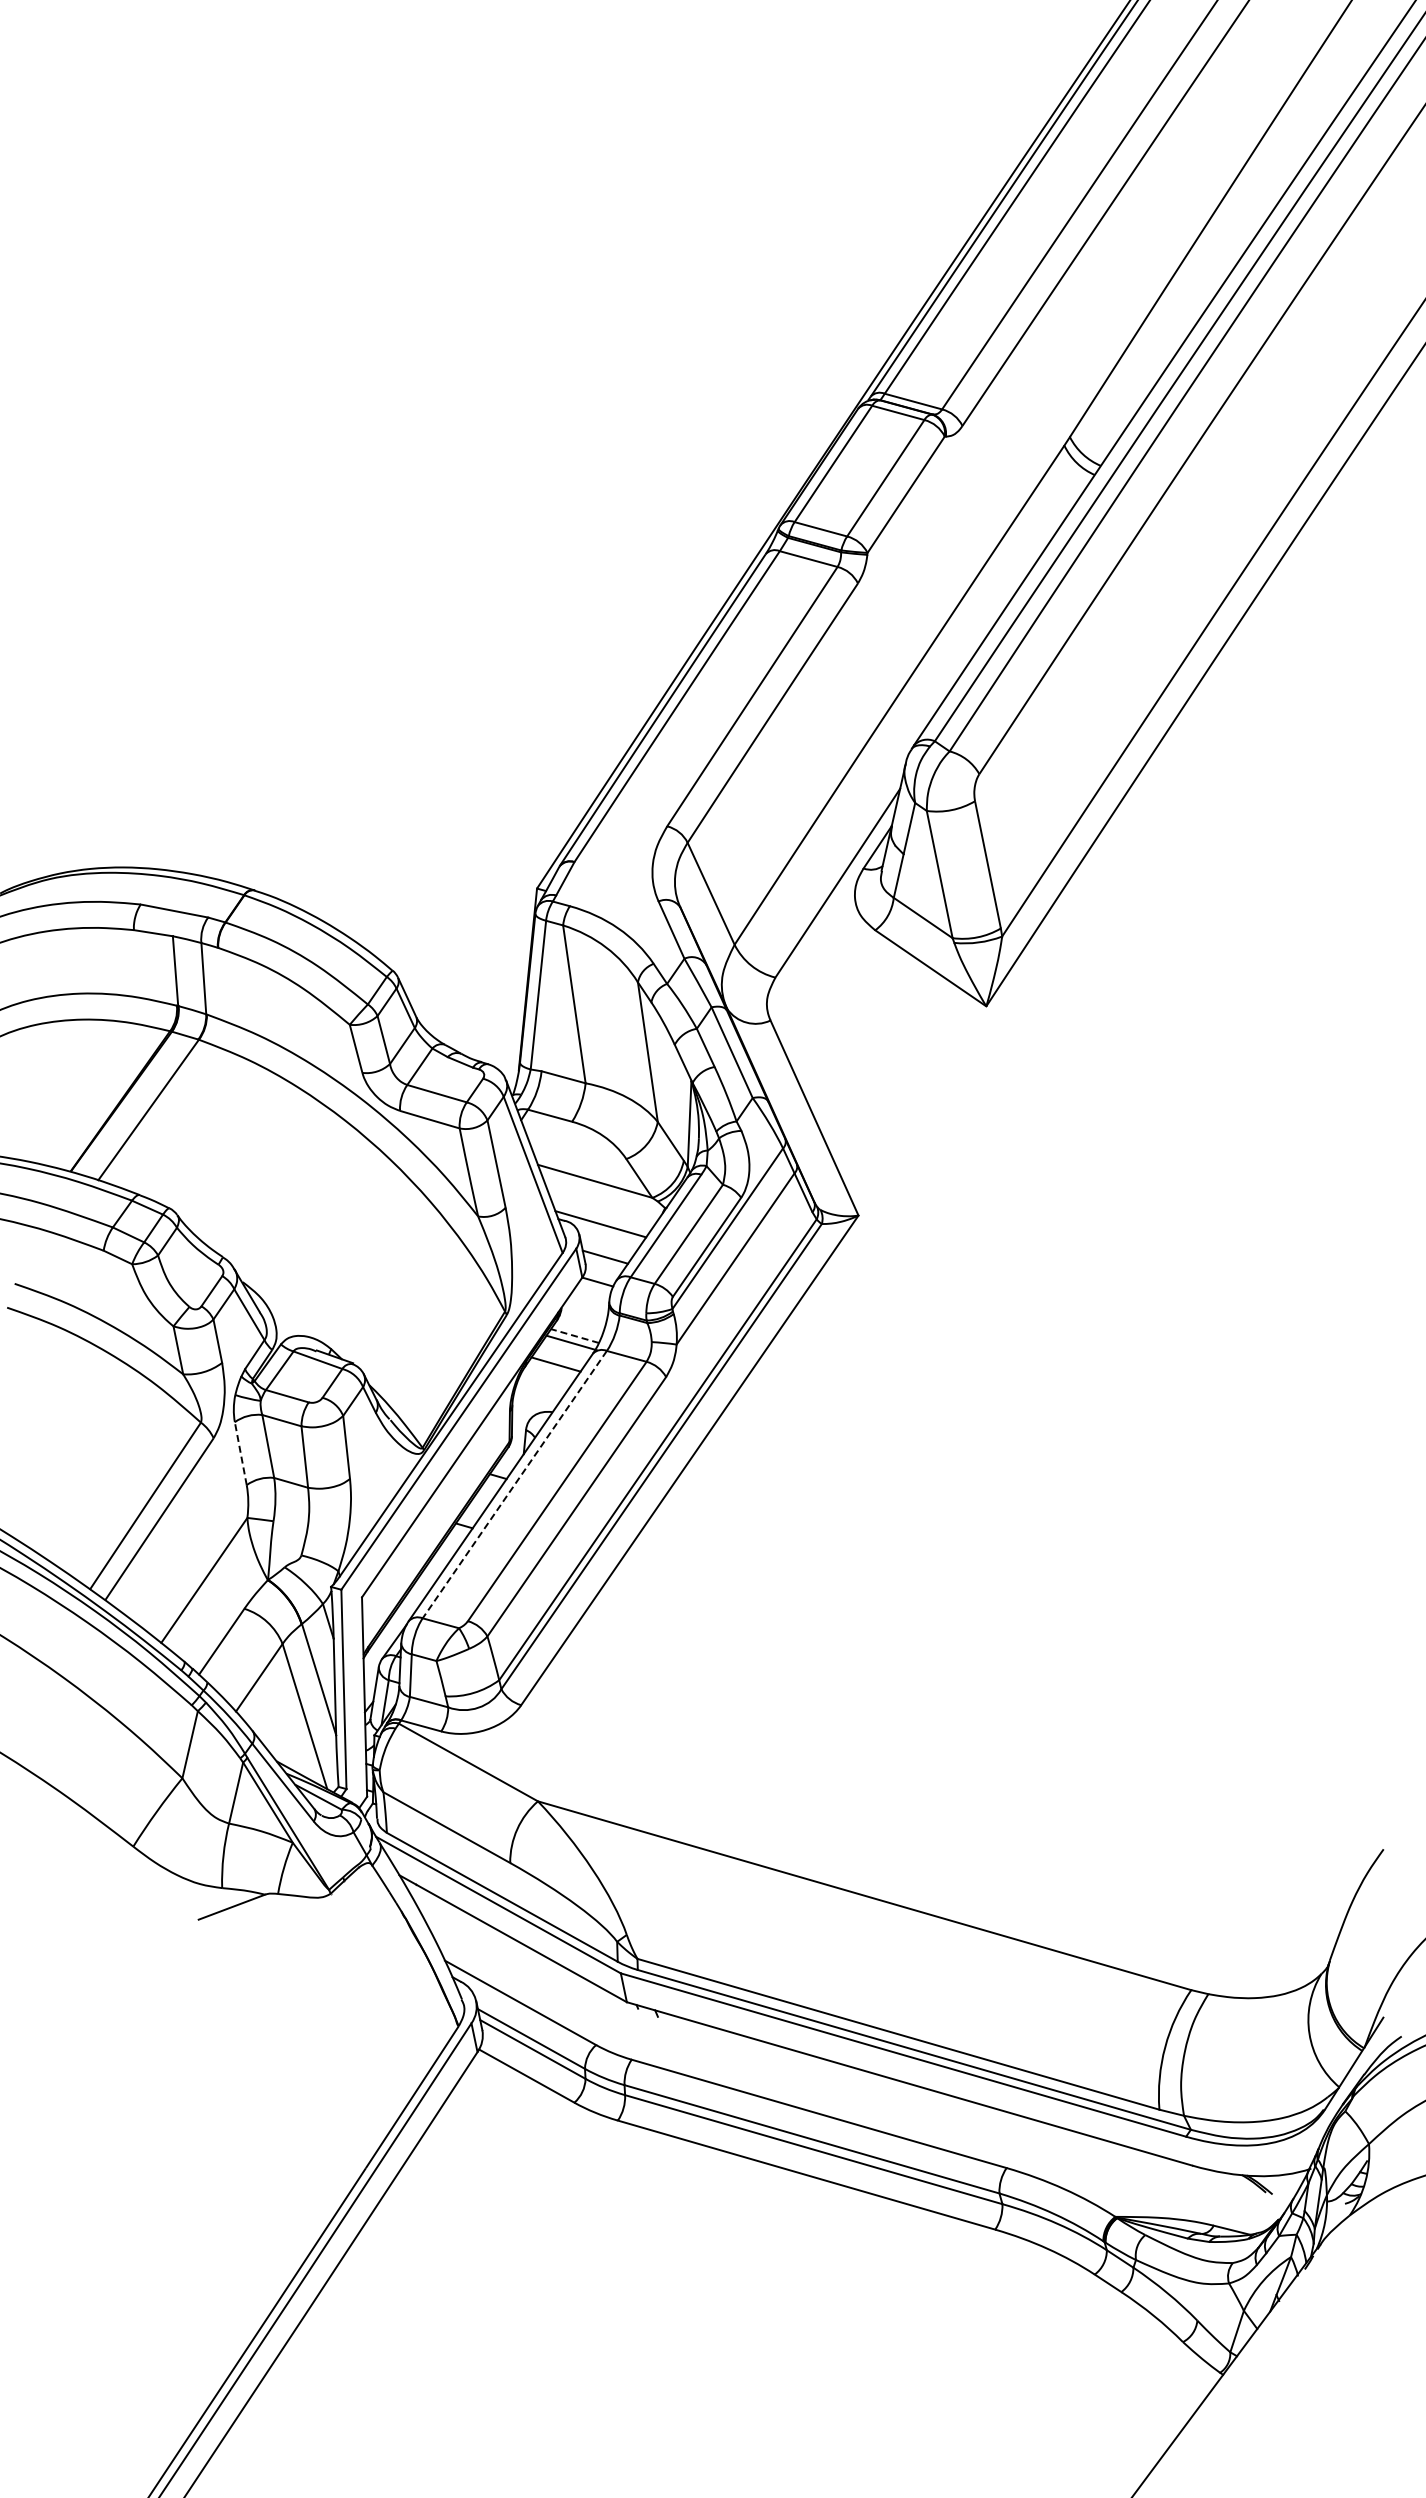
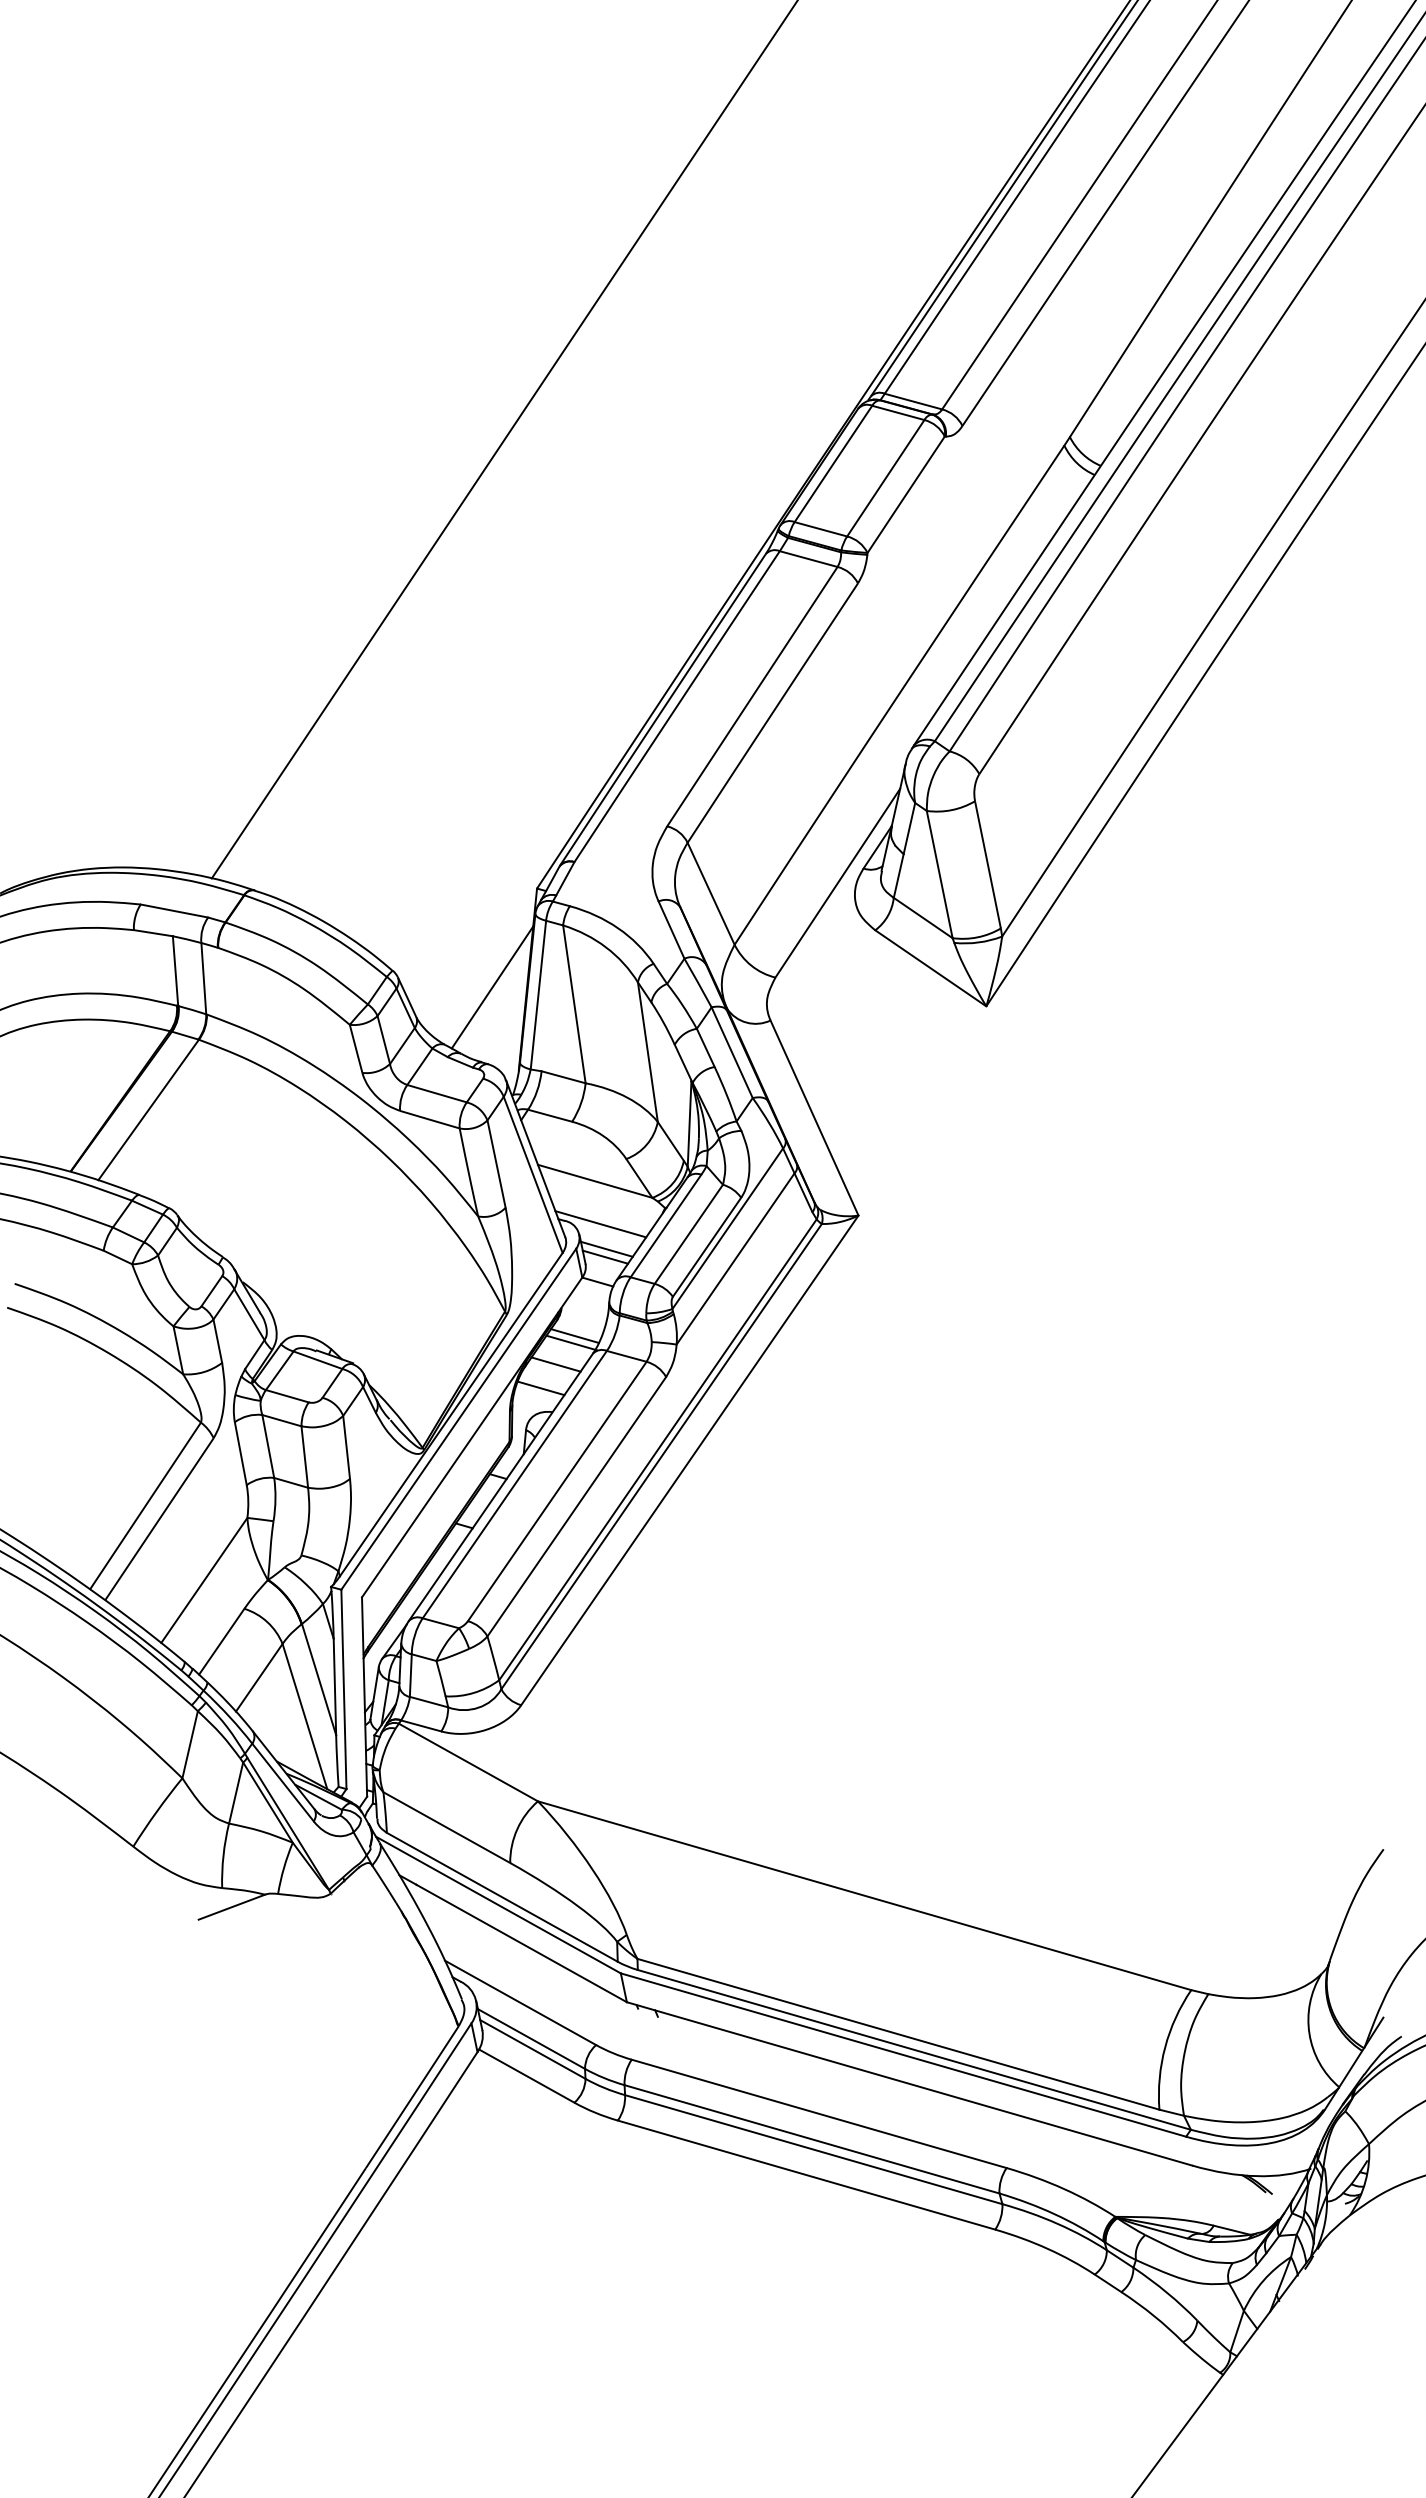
line at (503, 440): none -> present
line at (492, 987): none -> present
line at (606, 1248): none -> present
line at (574, 1336): dashed -> solid
line at (540, 1388): none -> present
line at (240, 1453): dashed -> solid
line at (514, 1485): dashed -> solid
